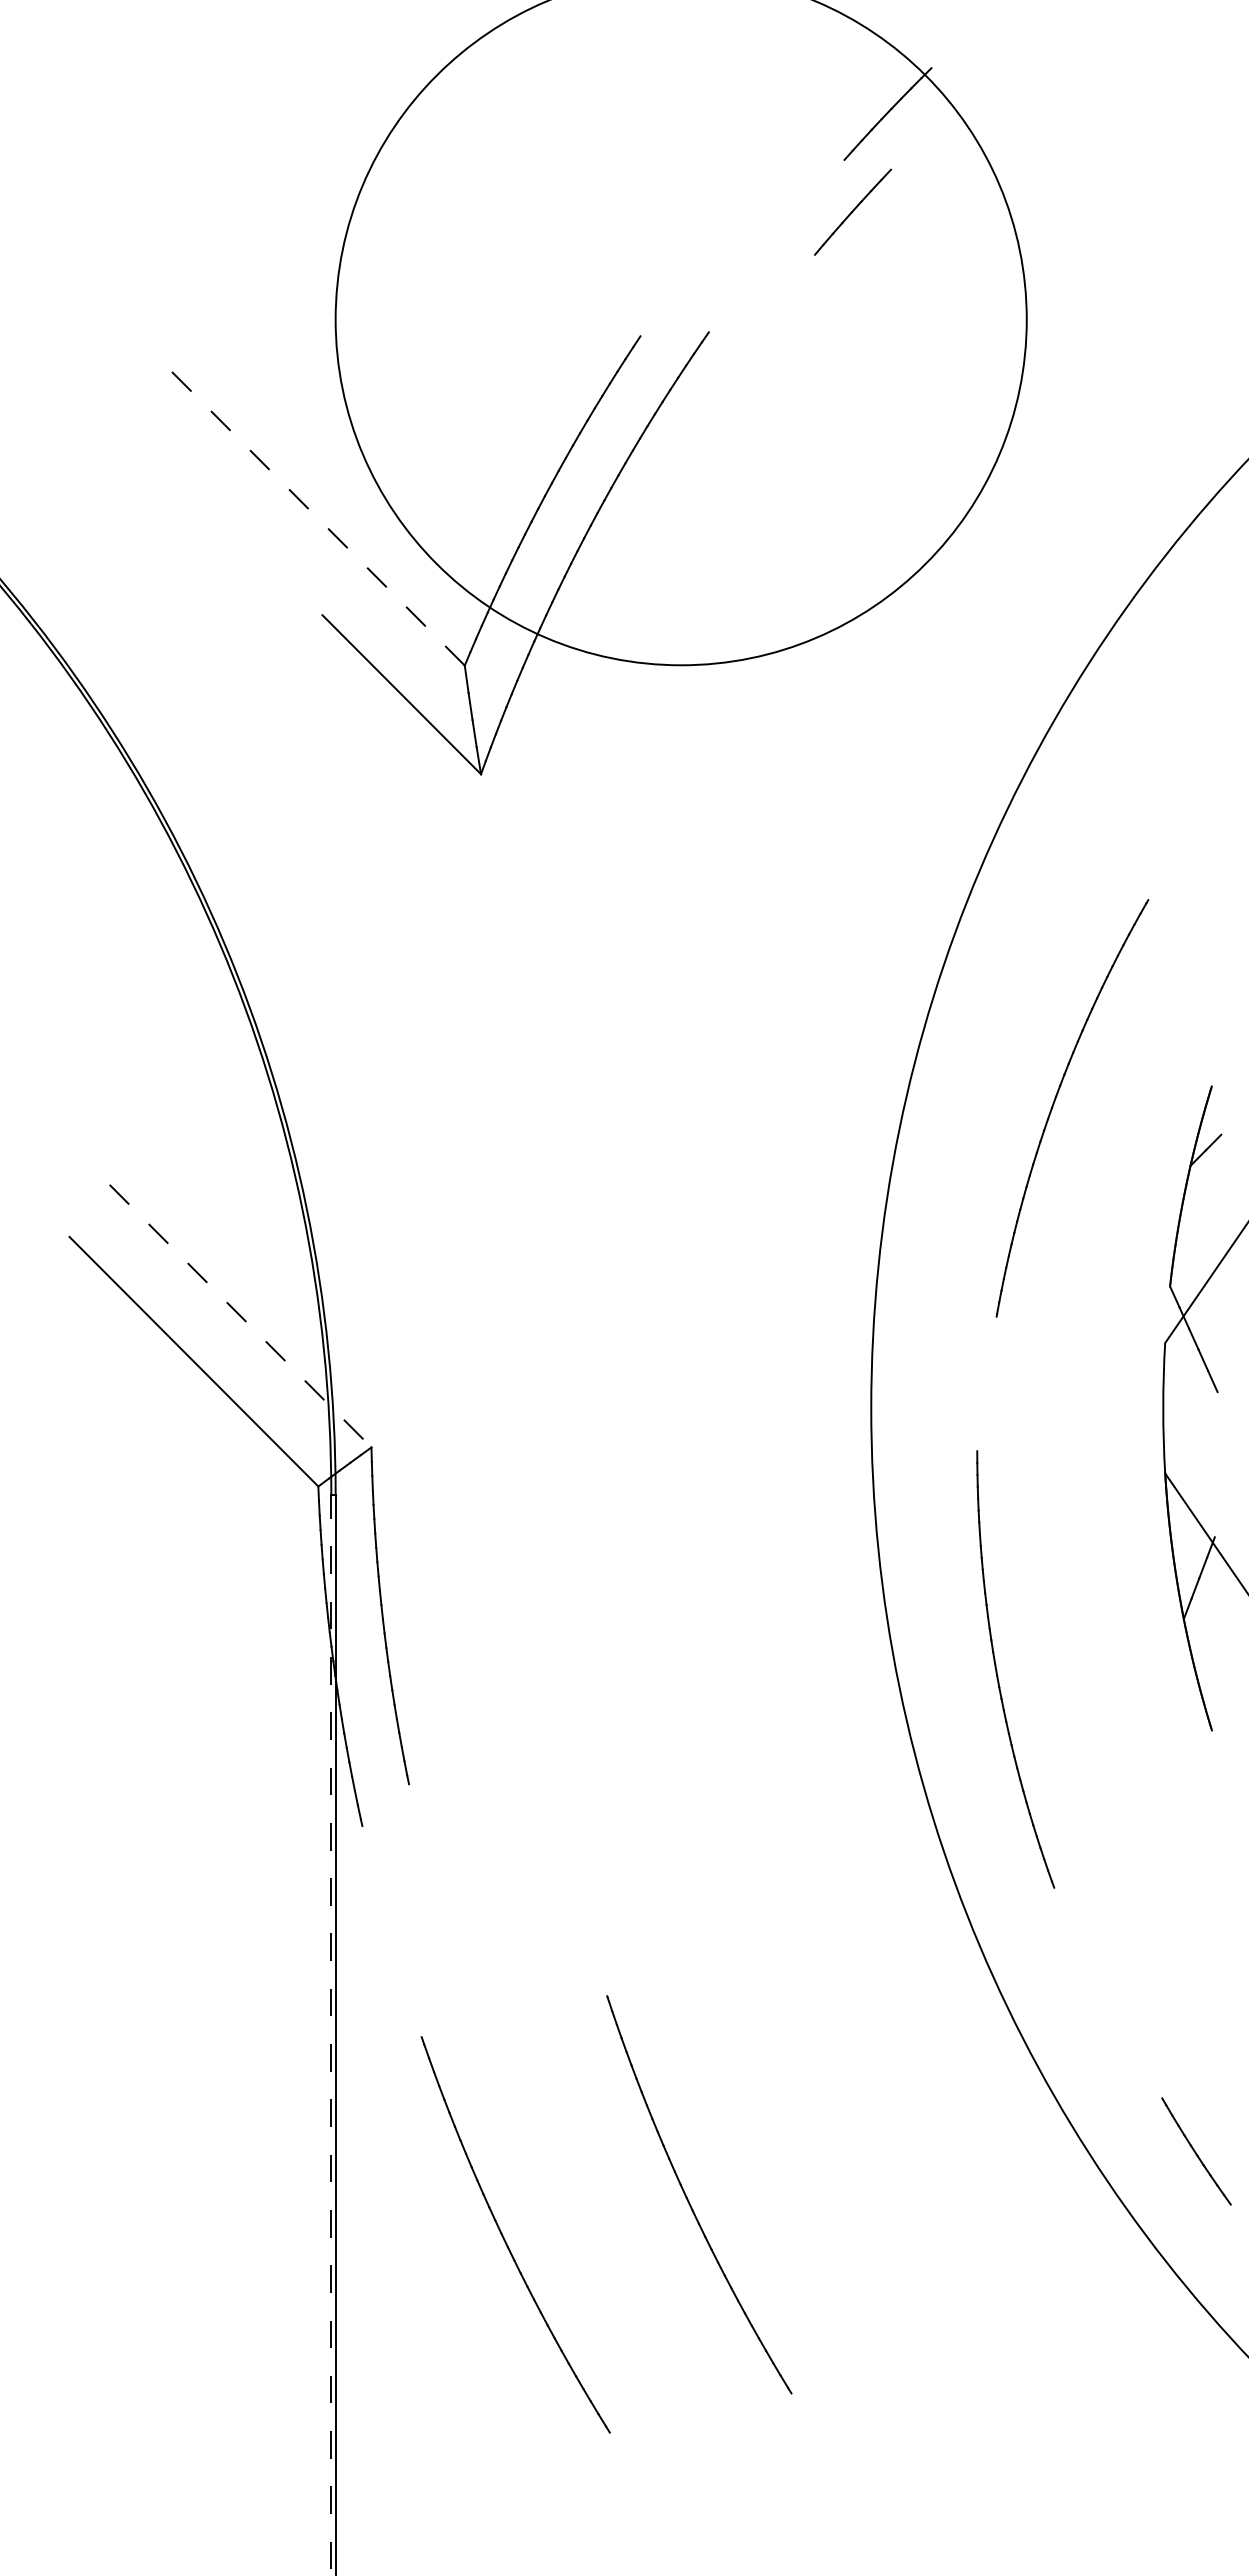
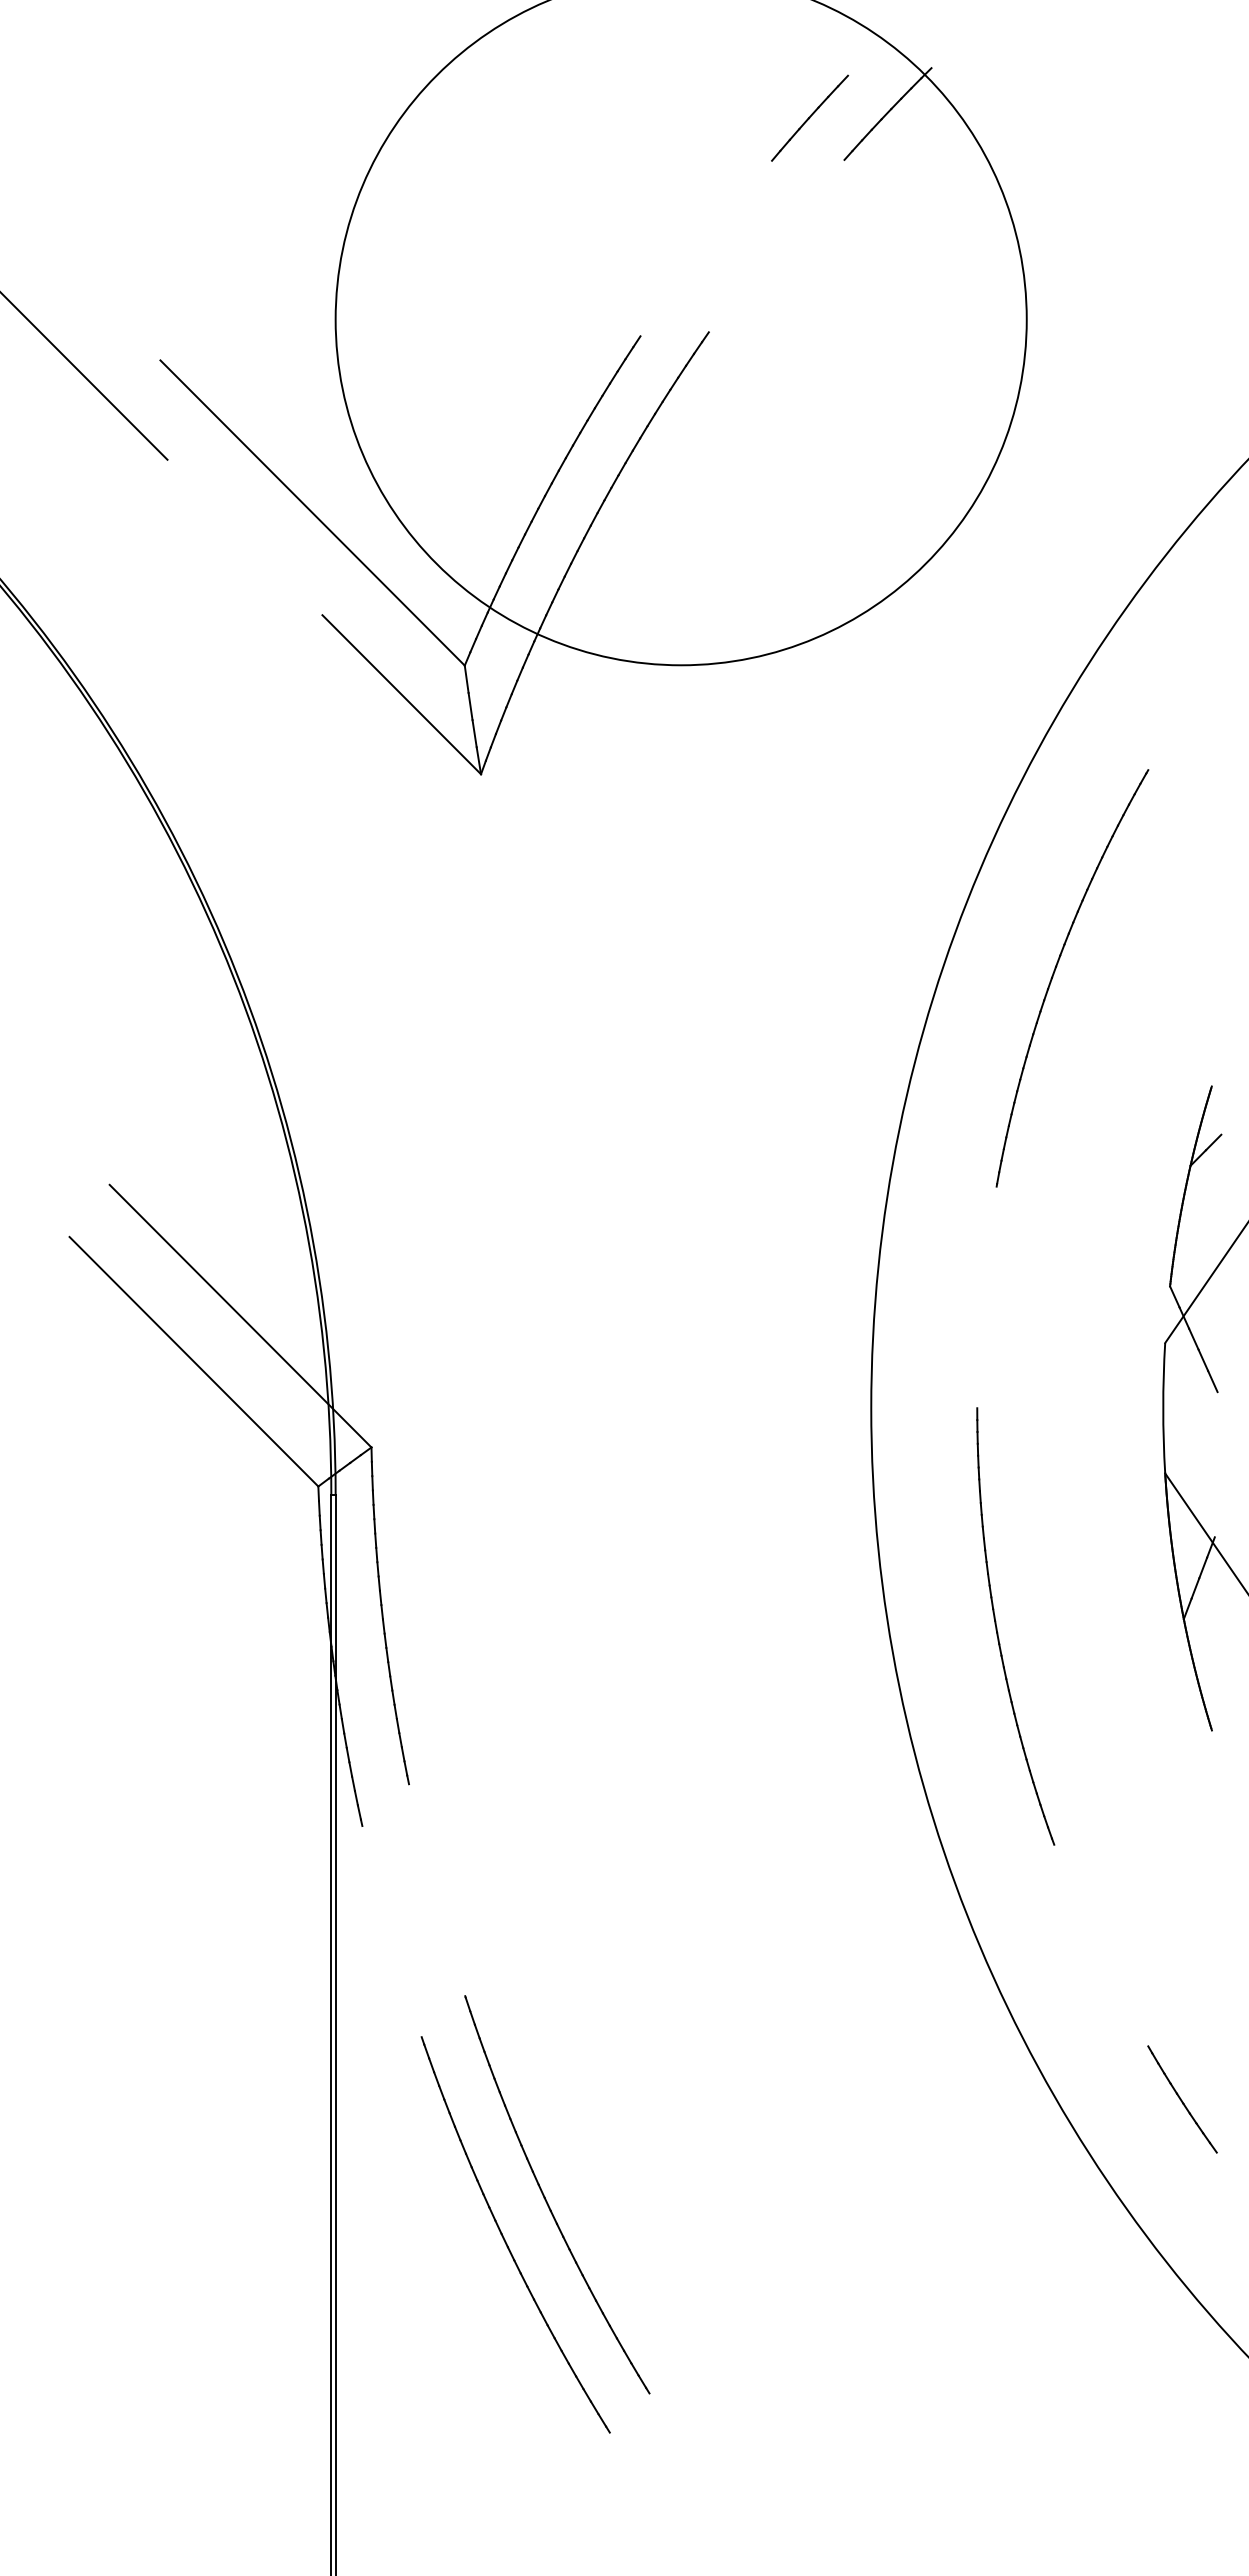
line at (853, 211) position: (853, 211) -> (810, 117)
line at (84, 376): none -> present
line at (312, 513): dashed -> solid
part at (1055, 1101) position: (1055, 1101) -> (1055, 971)
line at (240, 1316): dashed -> solid
part at (997, 1670) position: (997, 1670) -> (997, 1627)
line at (331, 2034): dashed -> solid
part at (1196, 2151) position: (1196, 2151) -> (1182, 2099)
part at (688, 2199) position: (688, 2199) -> (546, 2199)
